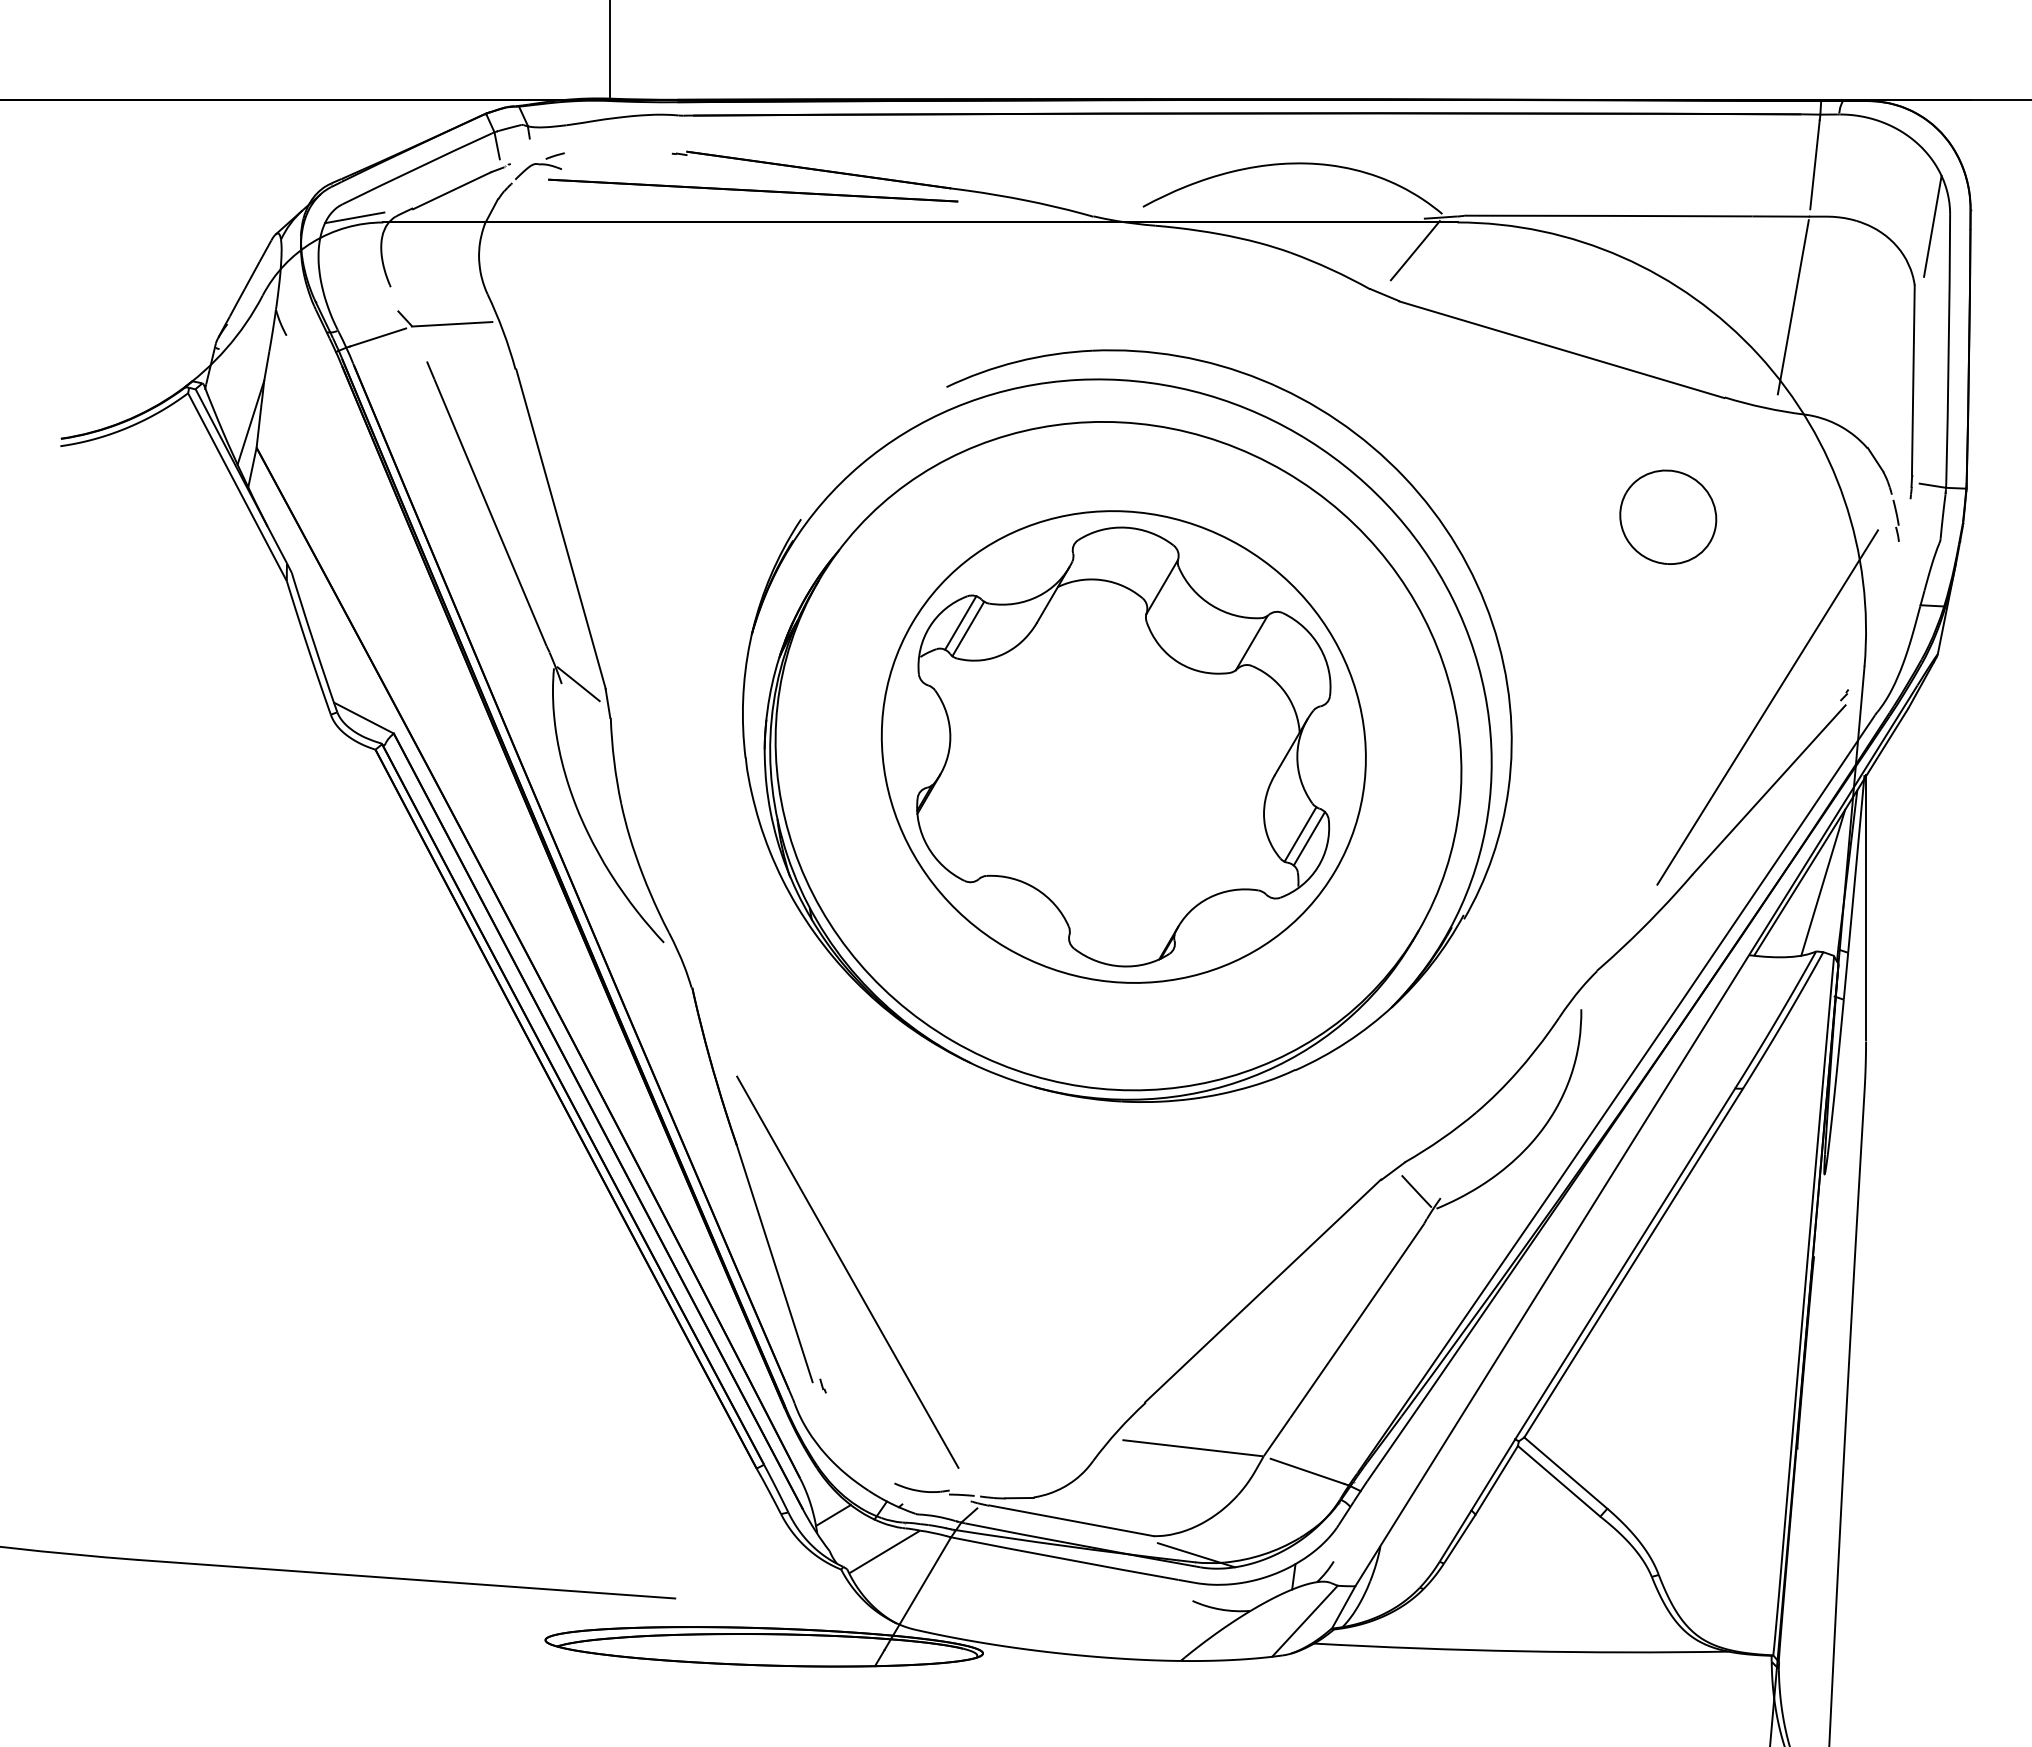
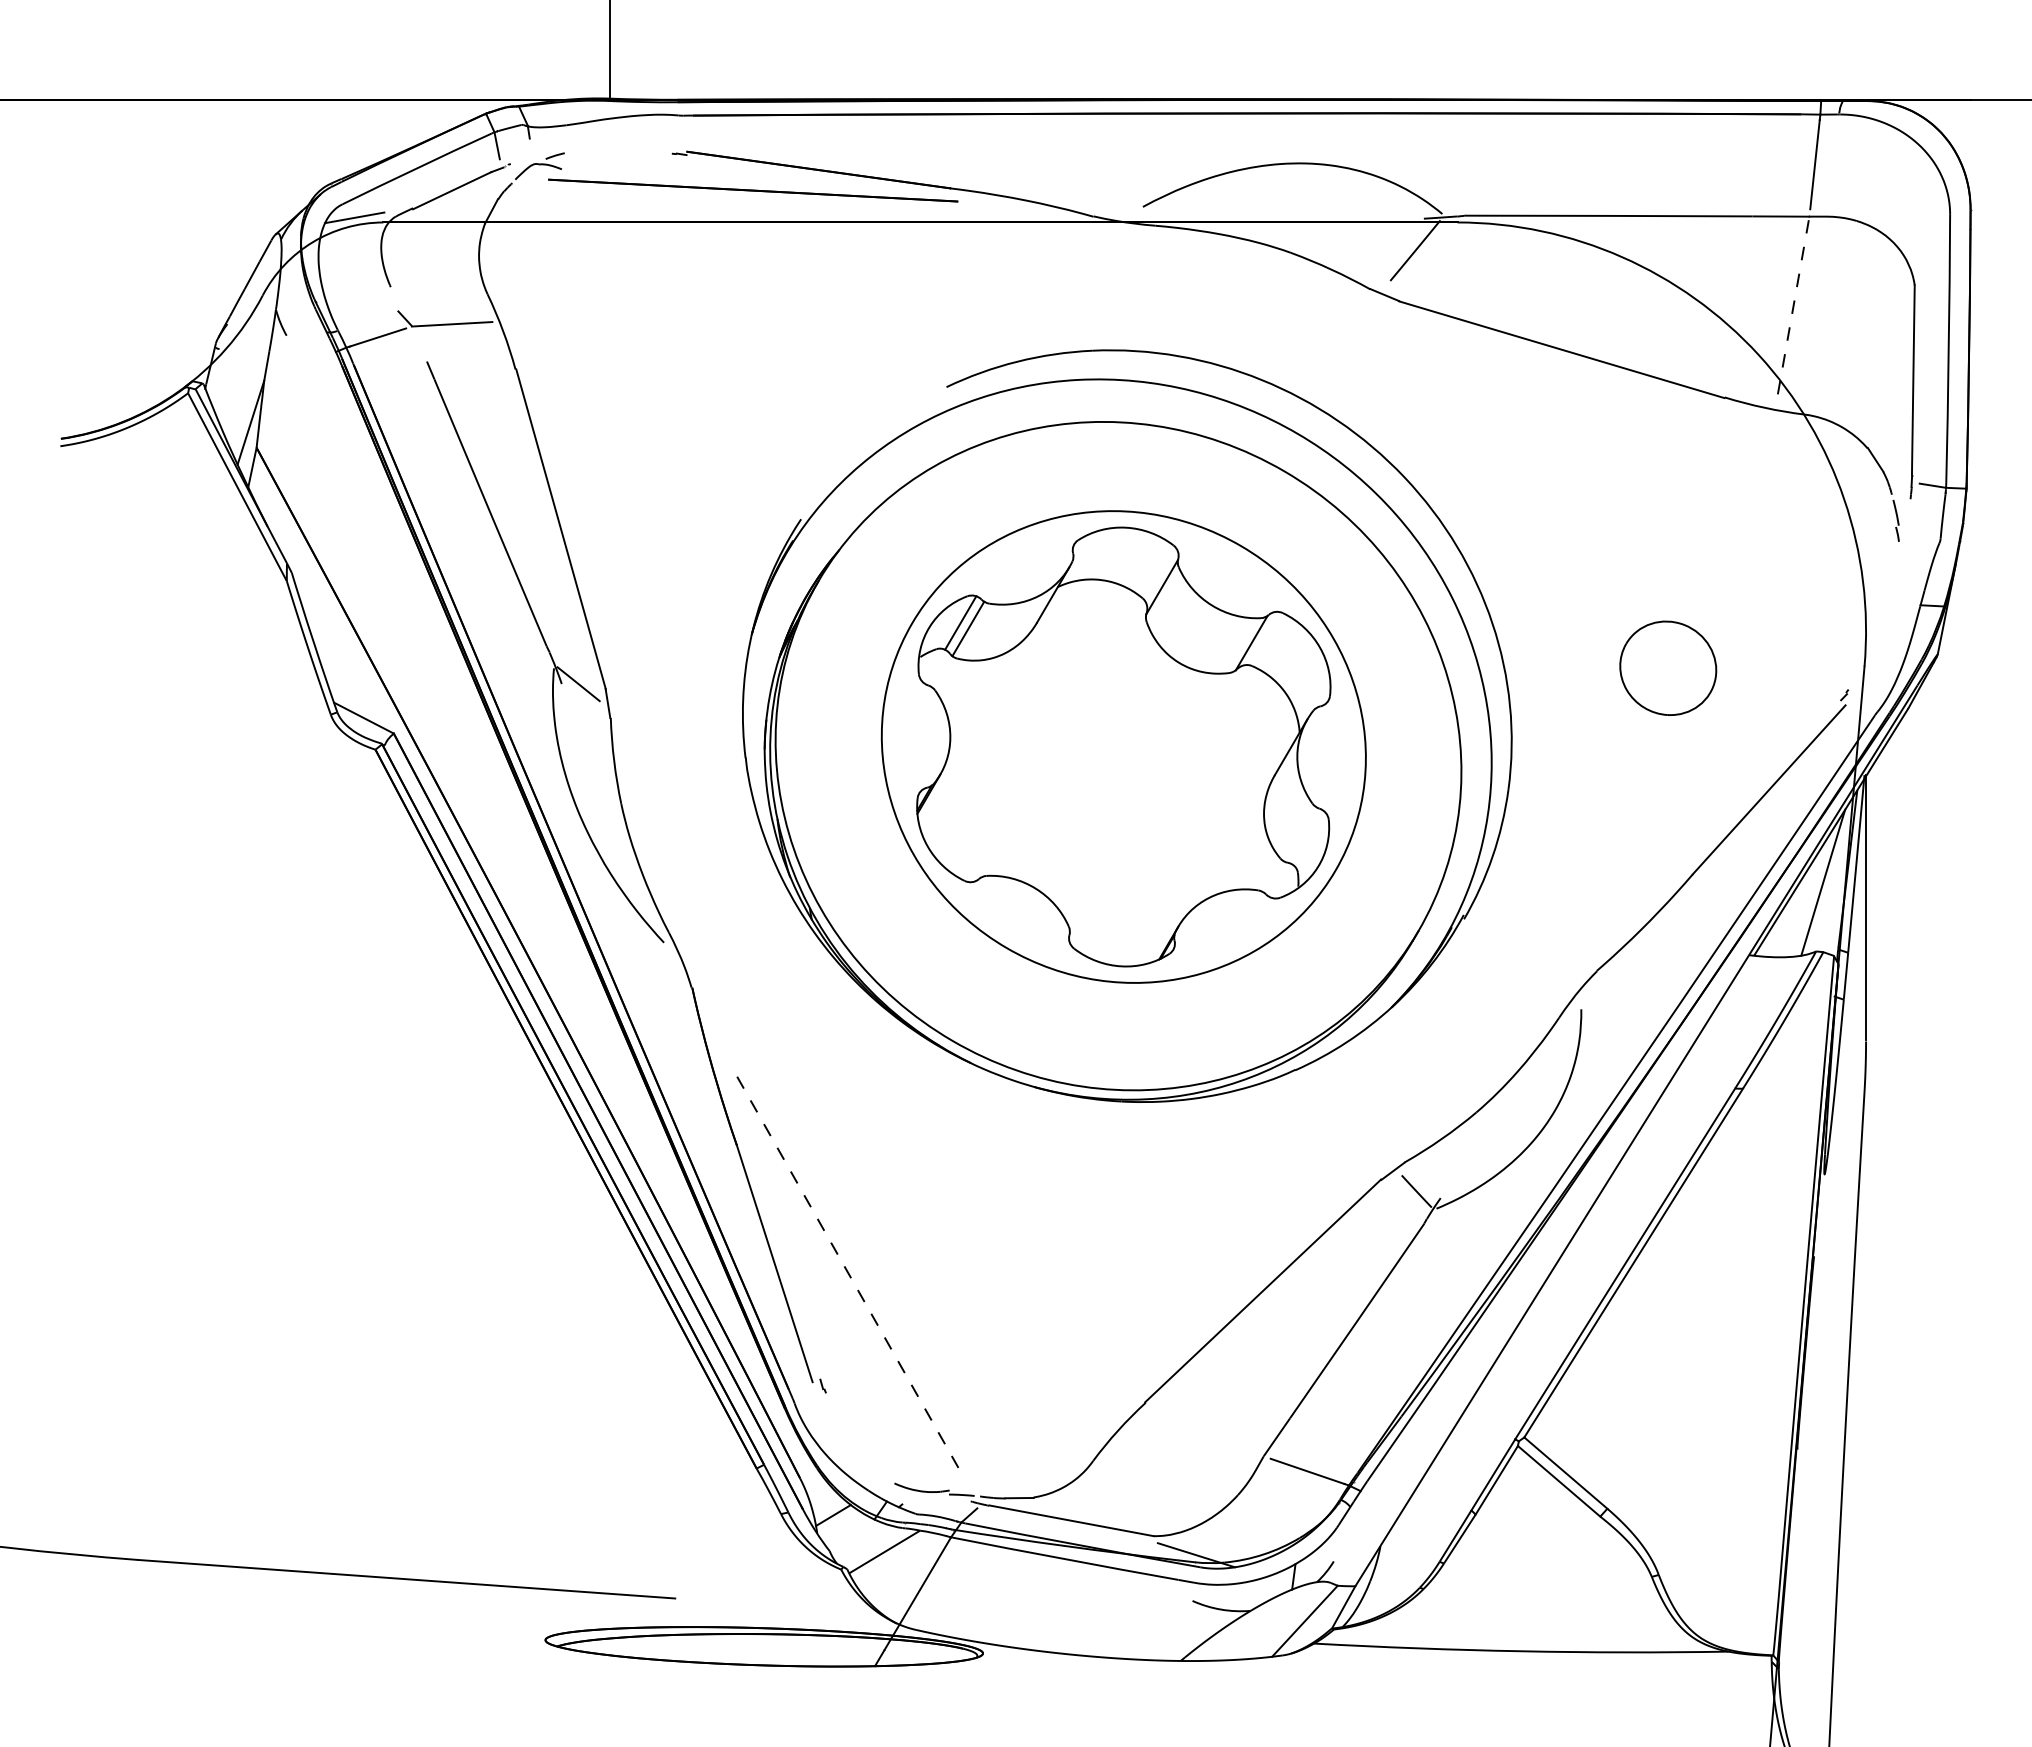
line at (1932, 225): present -> none
line at (1793, 306): solid -> dashed
part at (1668, 516) position: (1668, 516) -> (1668, 667)
line at (1767, 707): present -> none
line at (1300, 834): present -> none
line at (1309, 838): present -> none
line at (847, 1272): solid -> dashed
line at (1192, 1448): present -> none
